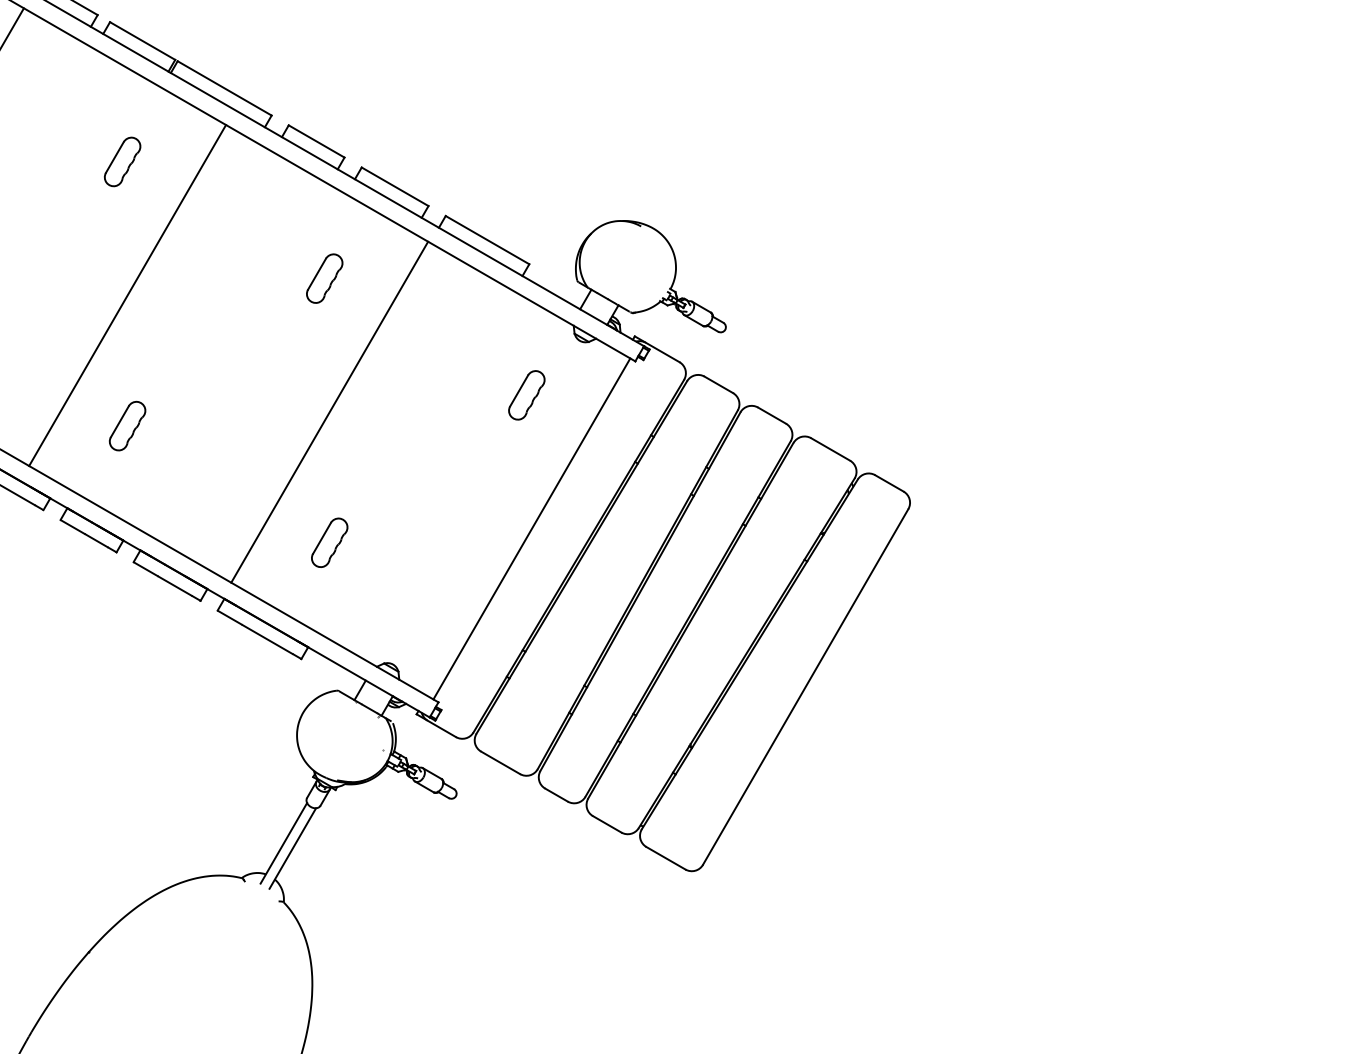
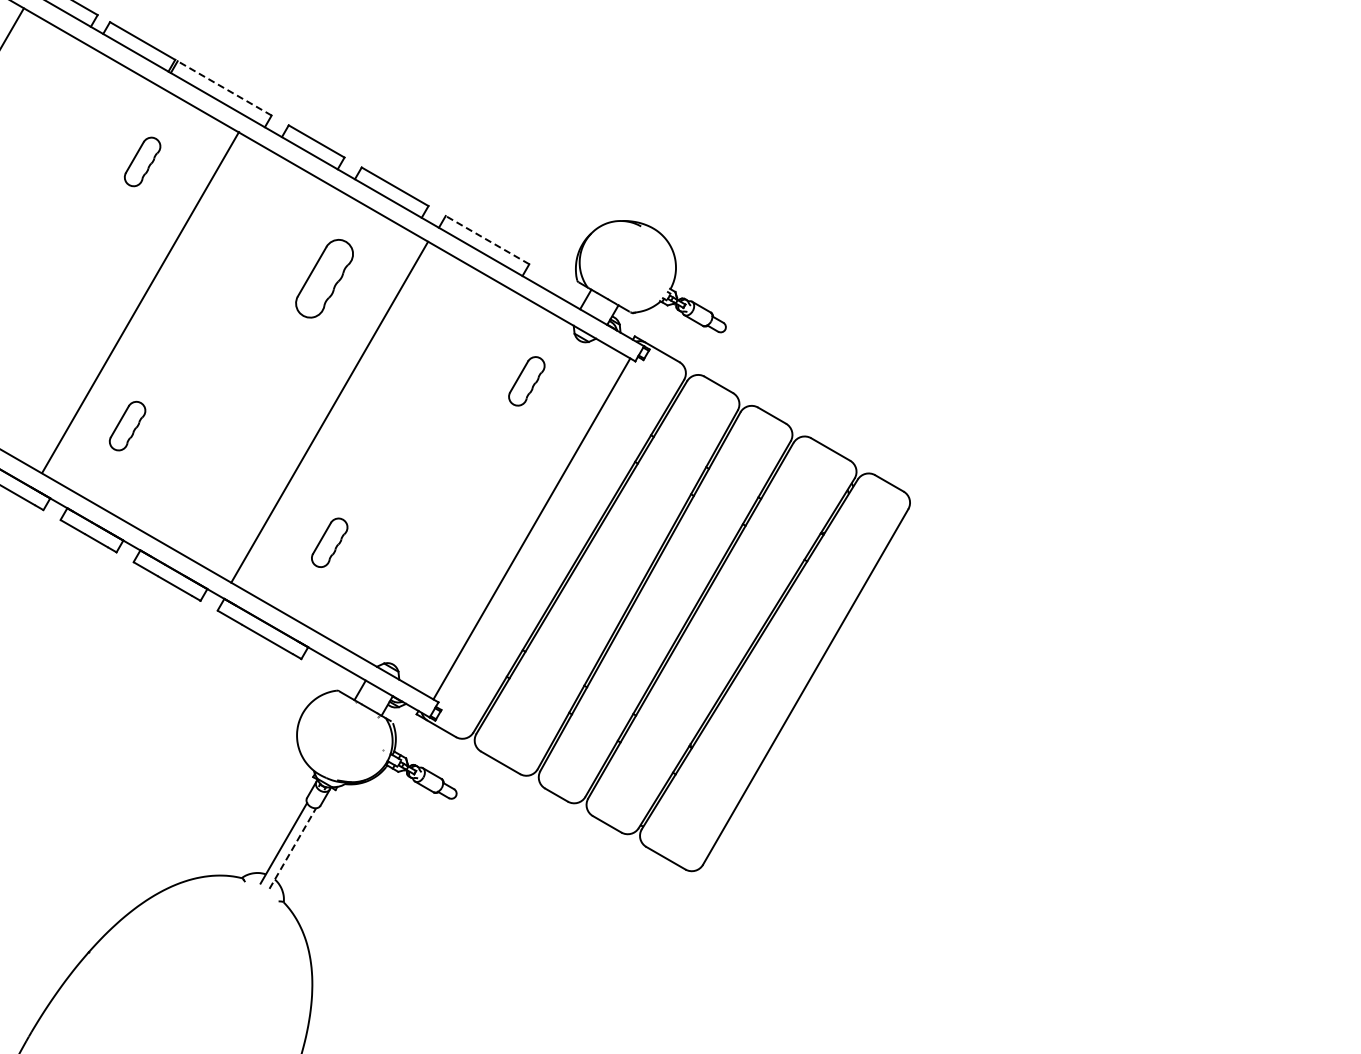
line at (224, 88): solid -> dashed
part at (122, 161) position: (122, 161) -> (142, 161)
line at (487, 239): solid -> dashed
part at (324, 278) size: 38x51 px -> 59x80 px
line at (127, 295) position: (127, 295) -> (140, 302)
part at (526, 395) position: (526, 395) -> (526, 381)
line at (292, 848): solid -> dashed
